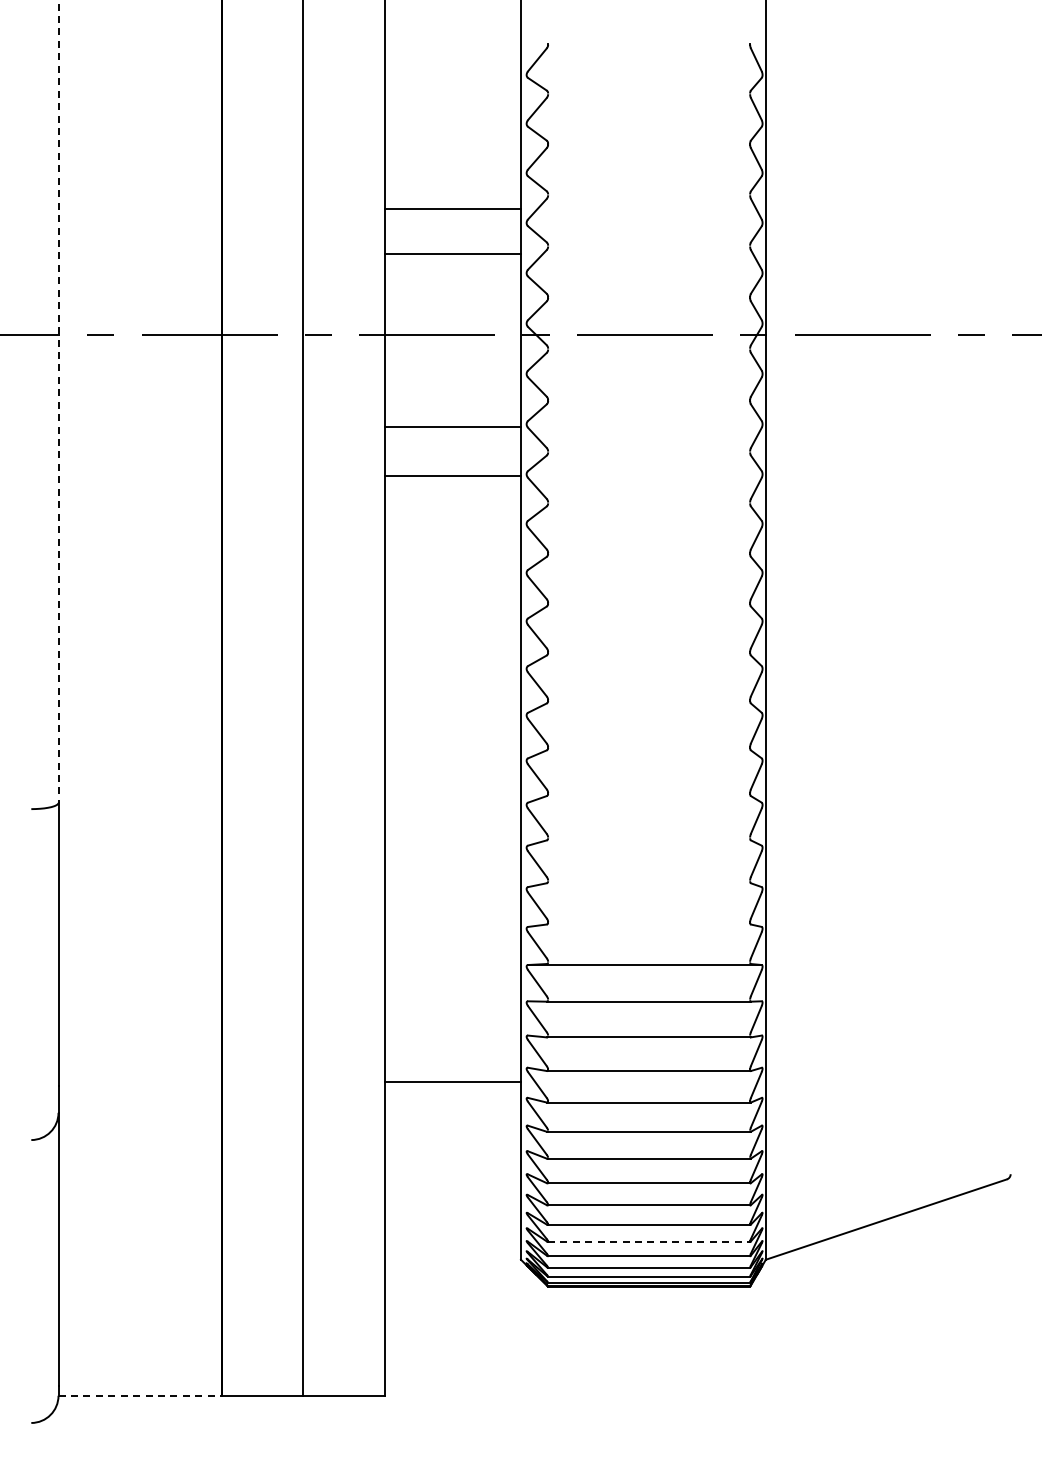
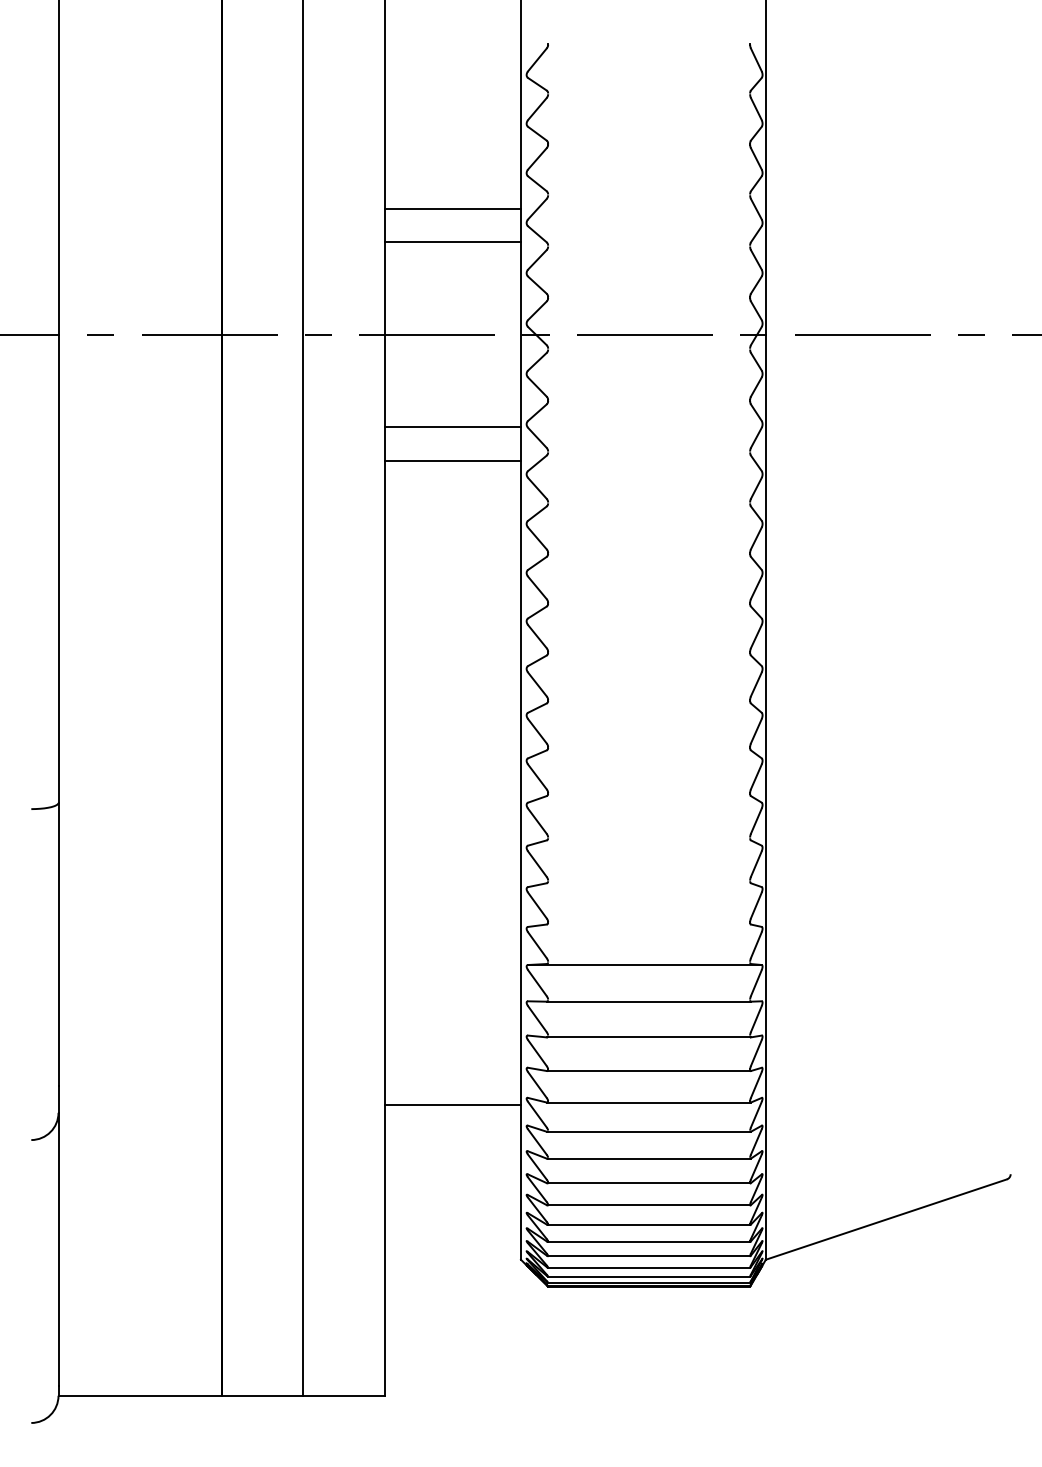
line at (452, 254) position: (452, 254) -> (452, 242)
line at (58, 402): dashed -> solid
line at (452, 475) position: (452, 475) -> (452, 460)
line at (452, 1081) position: (452, 1081) -> (452, 1104)
line at (649, 1241): dashed -> solid
line at (140, 1395): dashed -> solid
